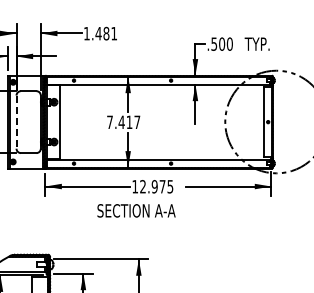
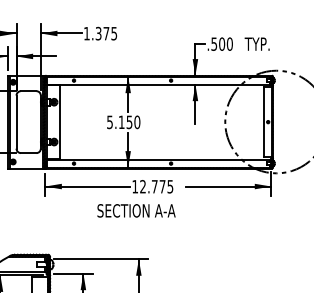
text at (106, 33): 1.481 -> 1.375
line at (16, 122): dashed -> solid
text at (123, 122): 7.417 -> 5.150
text at (154, 186): 12.975 -> 12.775
